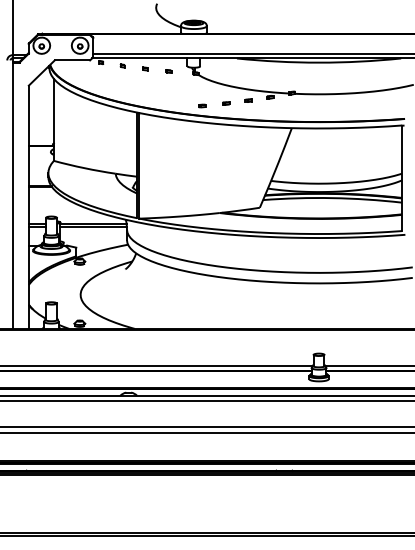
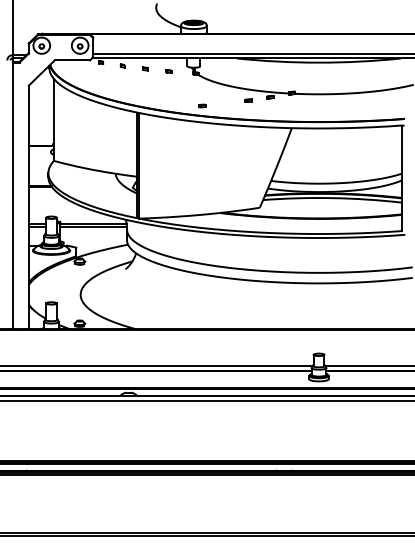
part at (226, 103): present -> none
line at (206, 427): present -> none
line at (206, 432): present -> none
